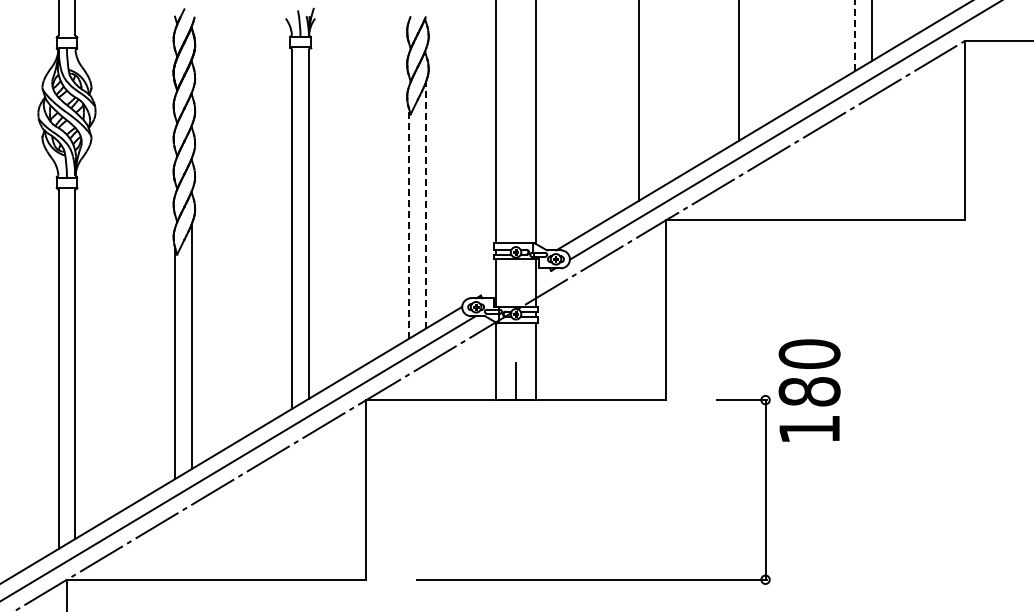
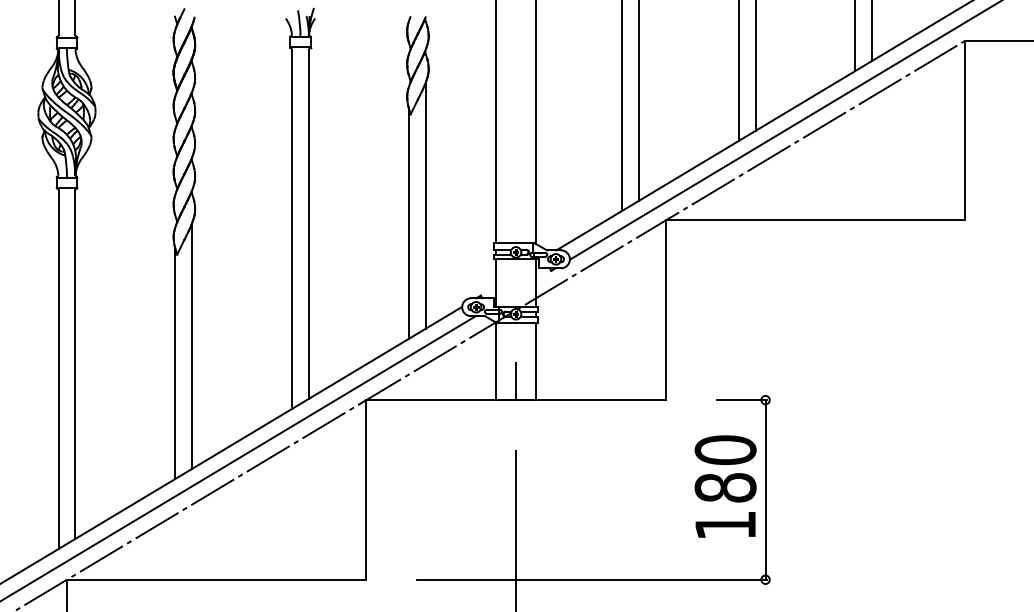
line at (855, 35): dashed -> solid
line at (755, 66): none -> present
line at (621, 106): none -> present
line at (425, 205): dashed -> solid
line at (408, 223): dashed -> solid
text at (809, 390) position: (809, 390) -> (725, 486)
line at (516, 529): none -> present
